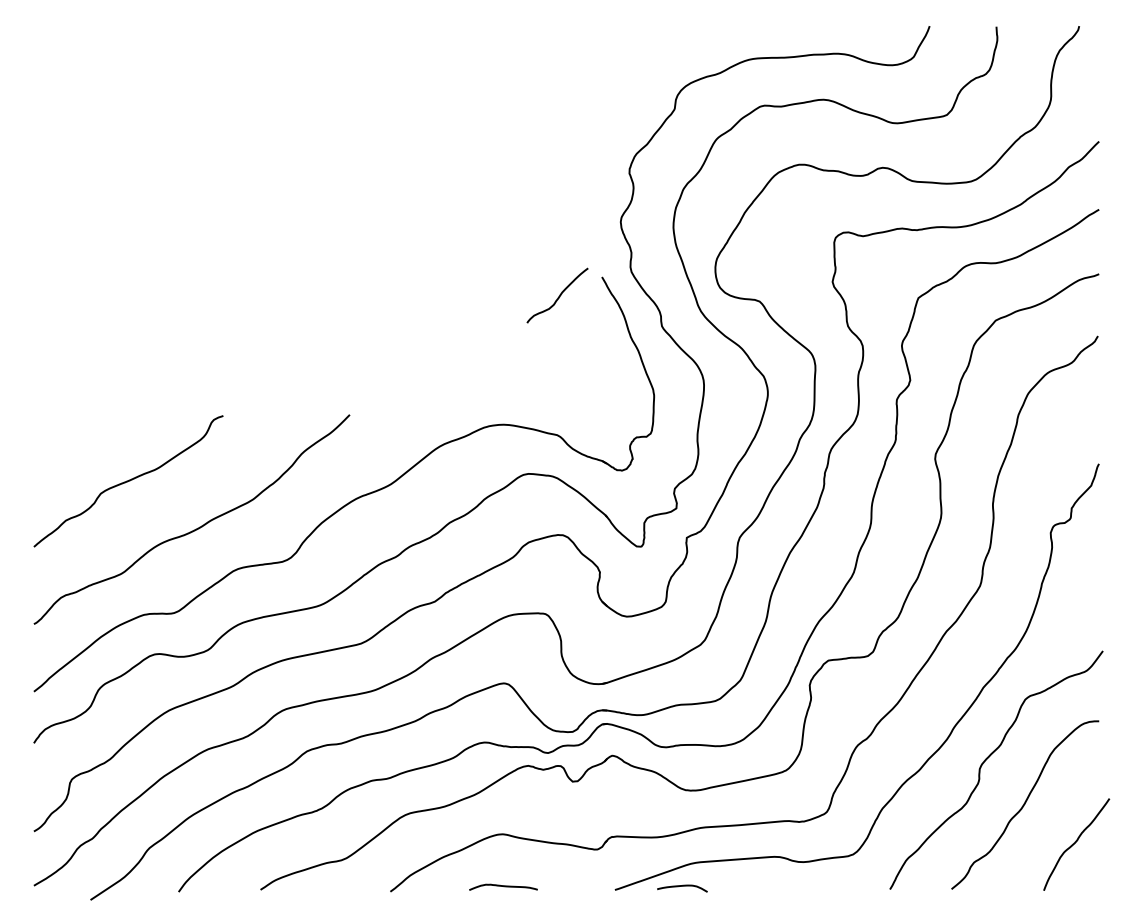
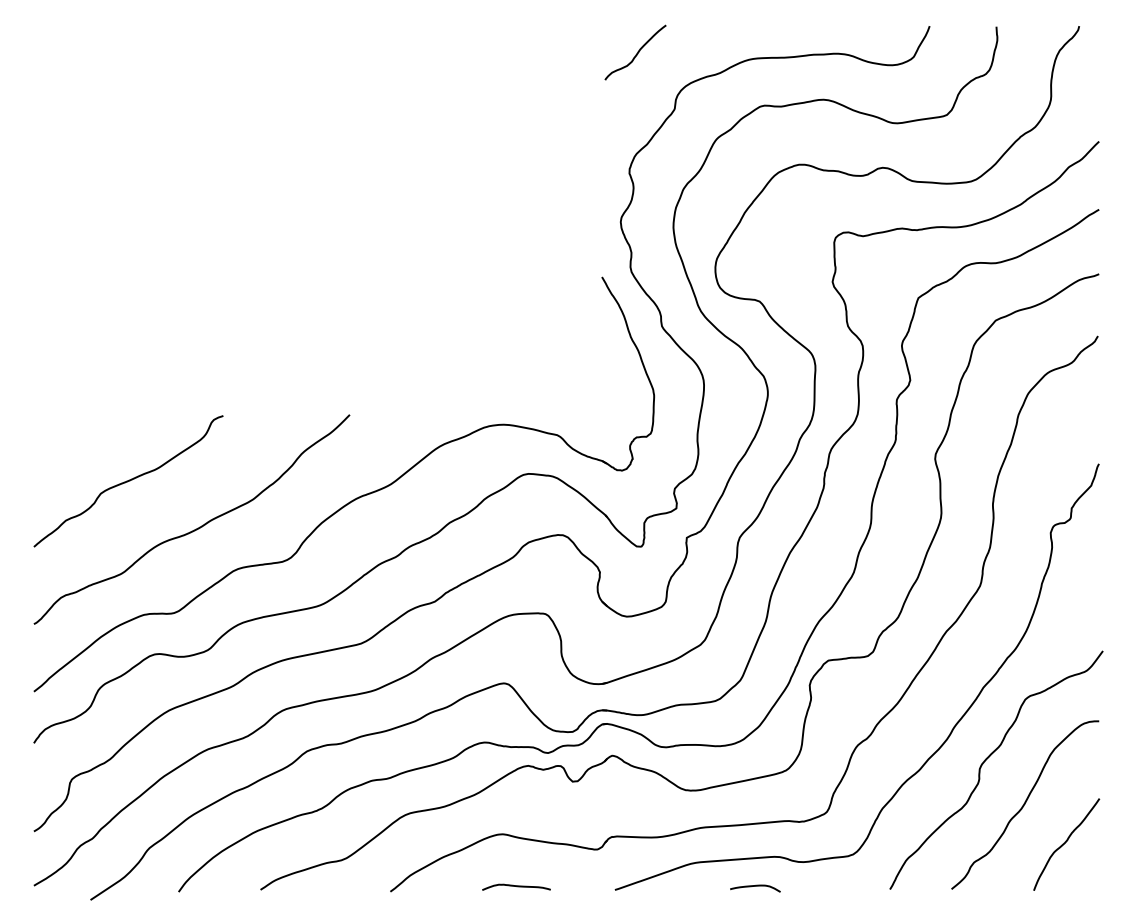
curve at (558, 296) position: (558, 296) -> (636, 53)
curve at (1075, 843) position: (1075, 843) -> (1065, 843)
curve at (503, 886) position: (503, 886) -> (516, 886)
curve at (682, 886) position: (682, 886) -> (755, 886)
